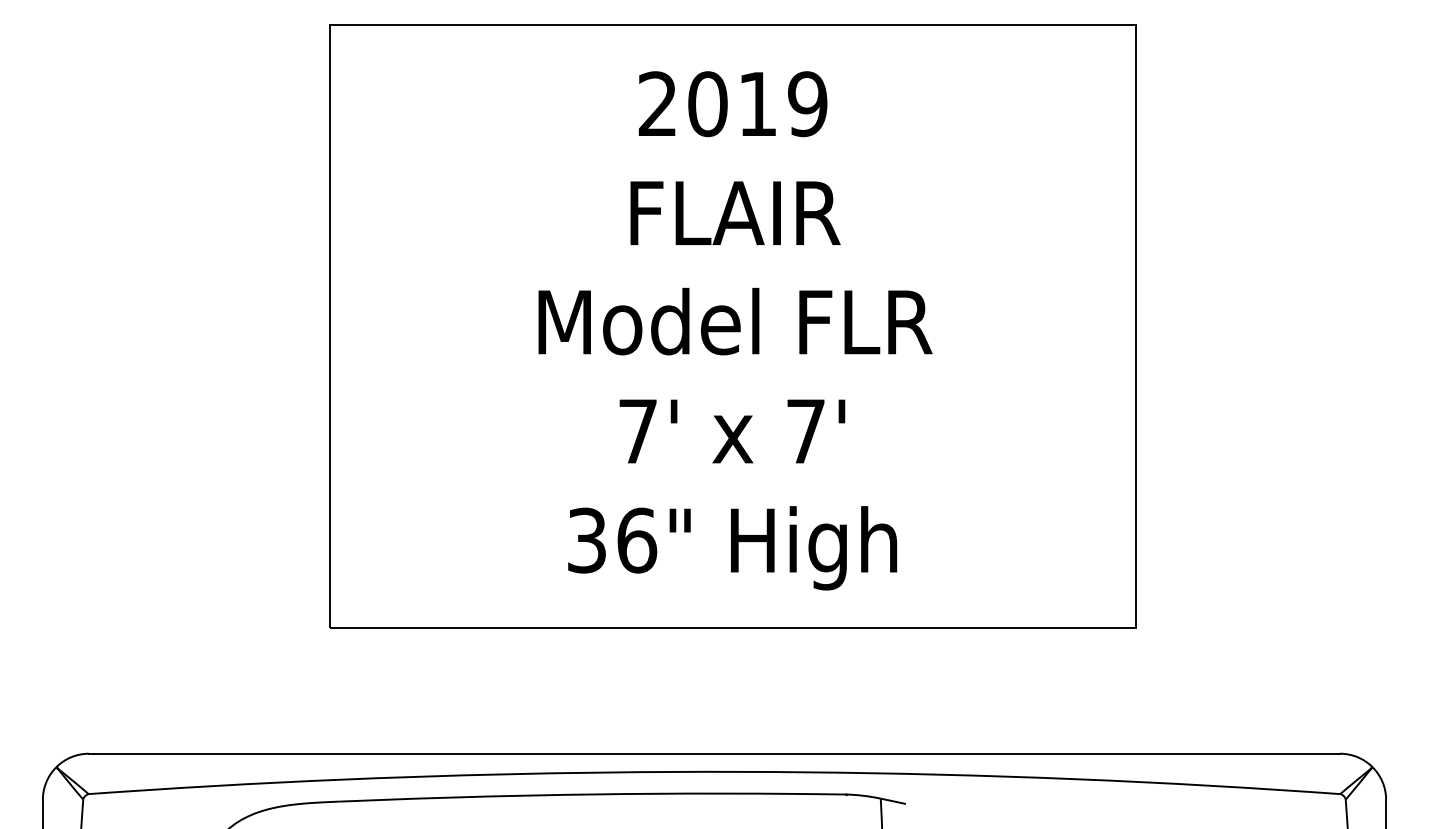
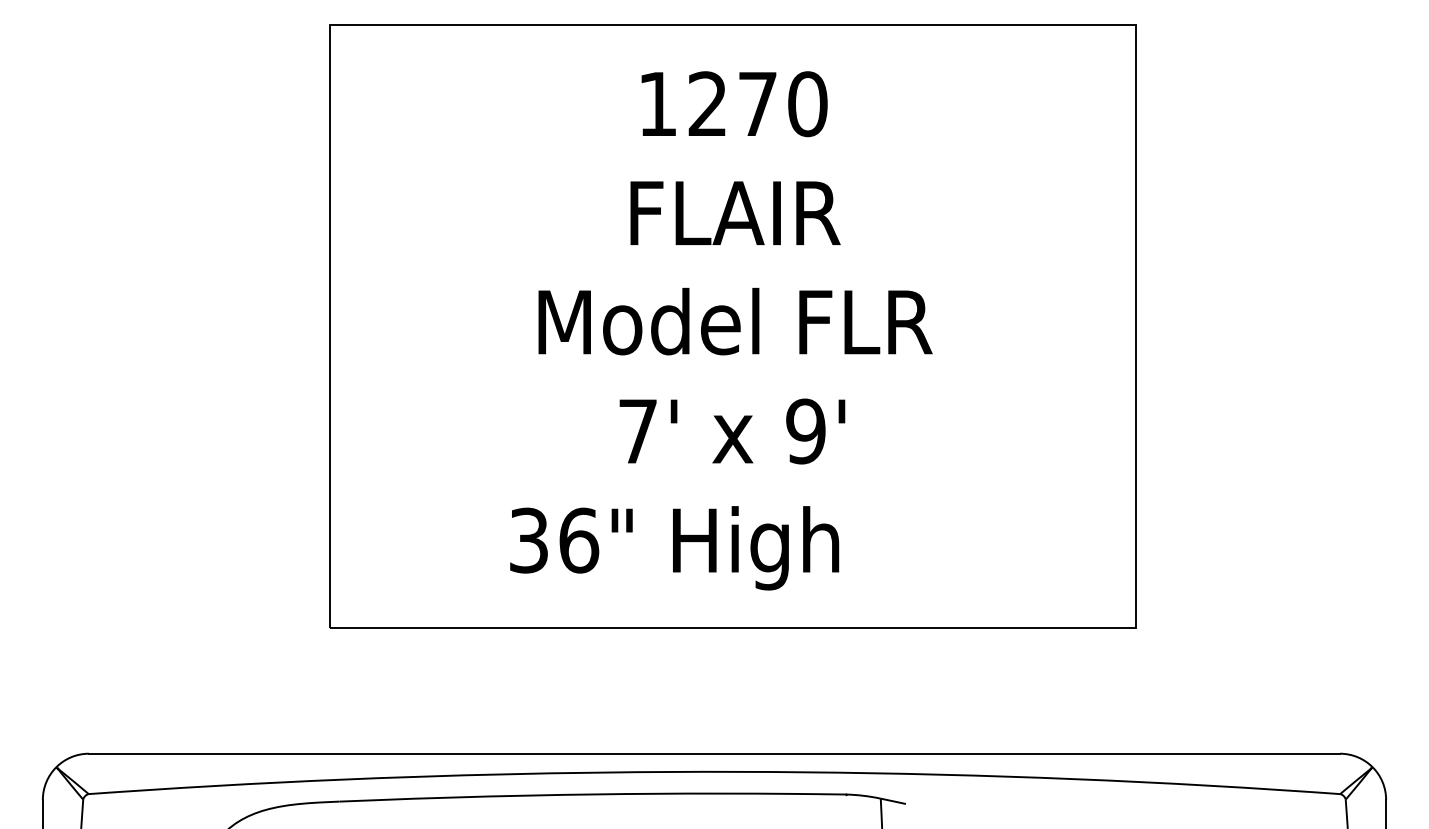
text at (732, 104): 2019 -> 1270
text at (805, 431): 7' -> 9'
text at (732, 548) position: (732, 548) -> (674, 548)
